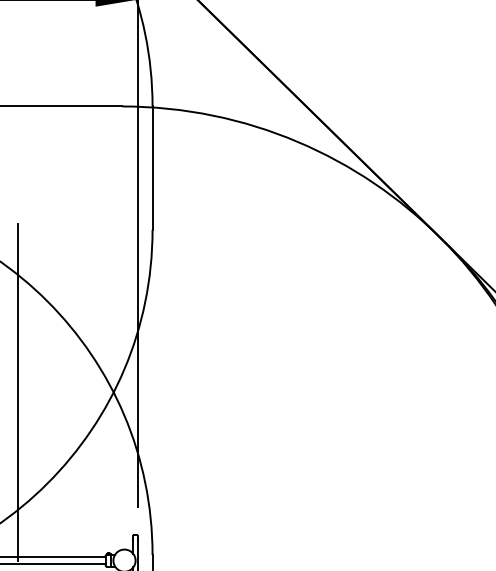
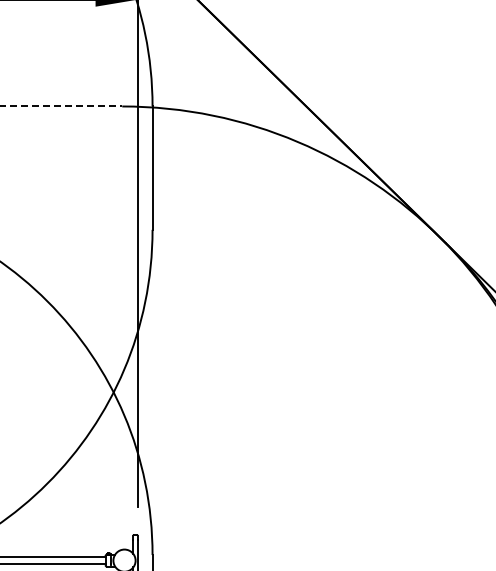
line at (61, 106): solid -> dashed
line at (17, 392): present -> none
